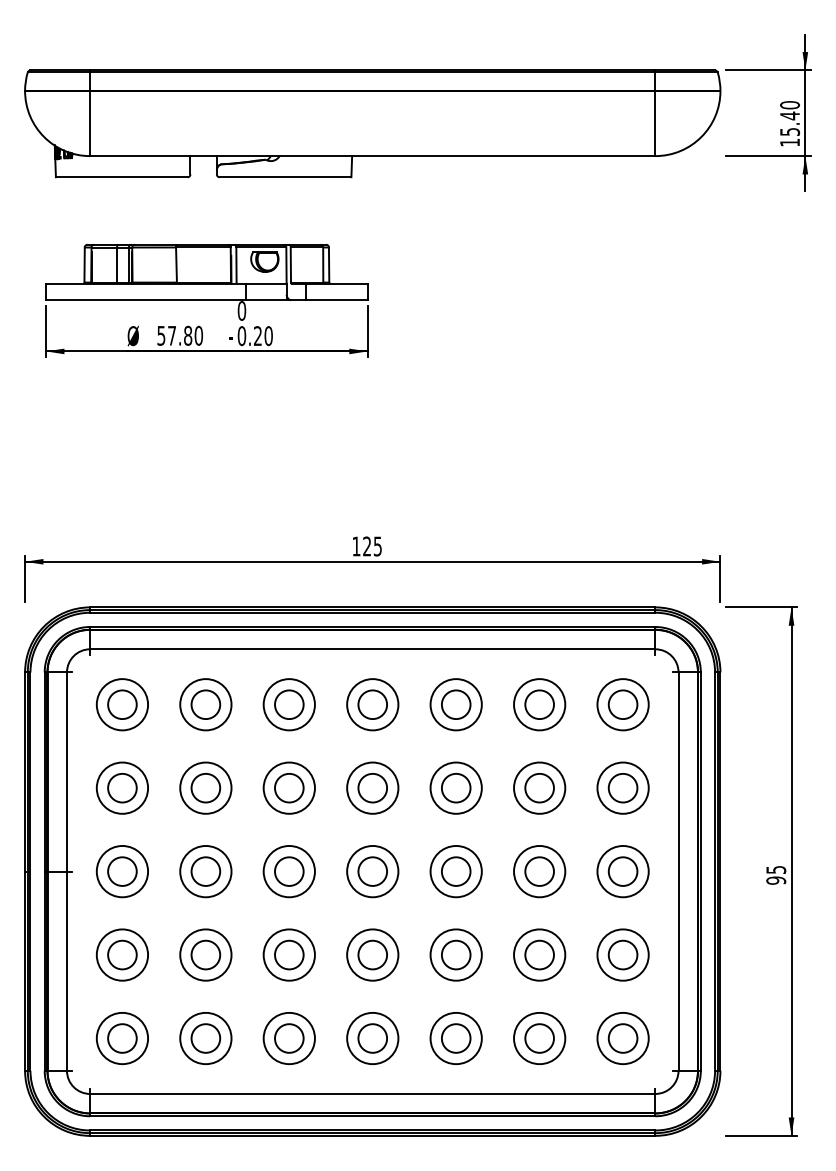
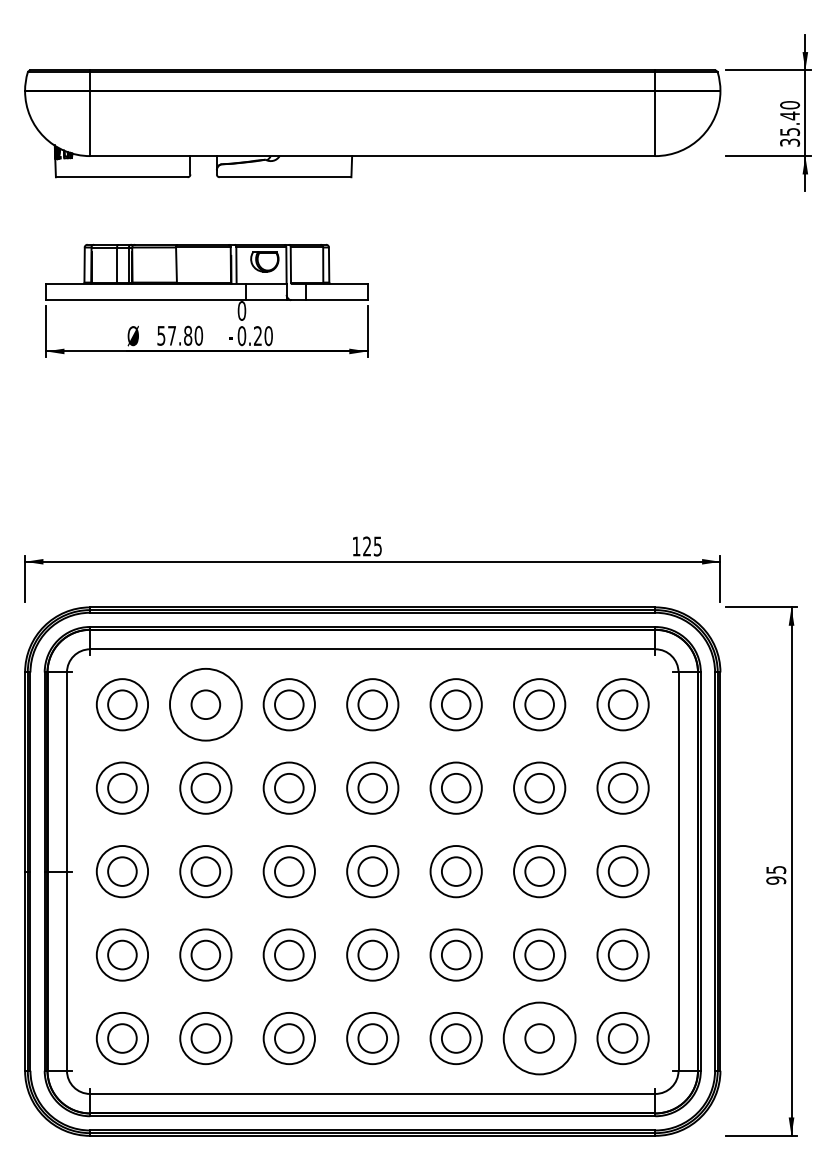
text at (790, 142): 15.40 -> 35.40
circle at (205, 704) diameter: 51 px -> 72 px
circle at (539, 1038) diameter: 51 px -> 72 px
